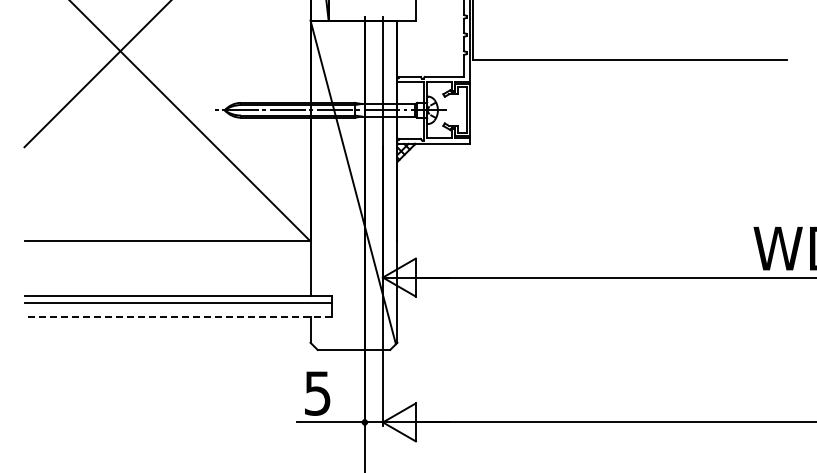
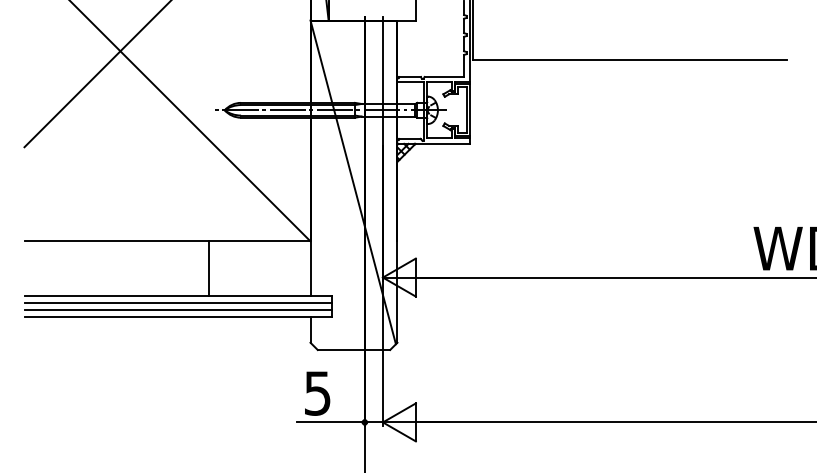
line at (209, 268): none -> present
line at (178, 310): none -> present
line at (178, 317): dashed -> solid
